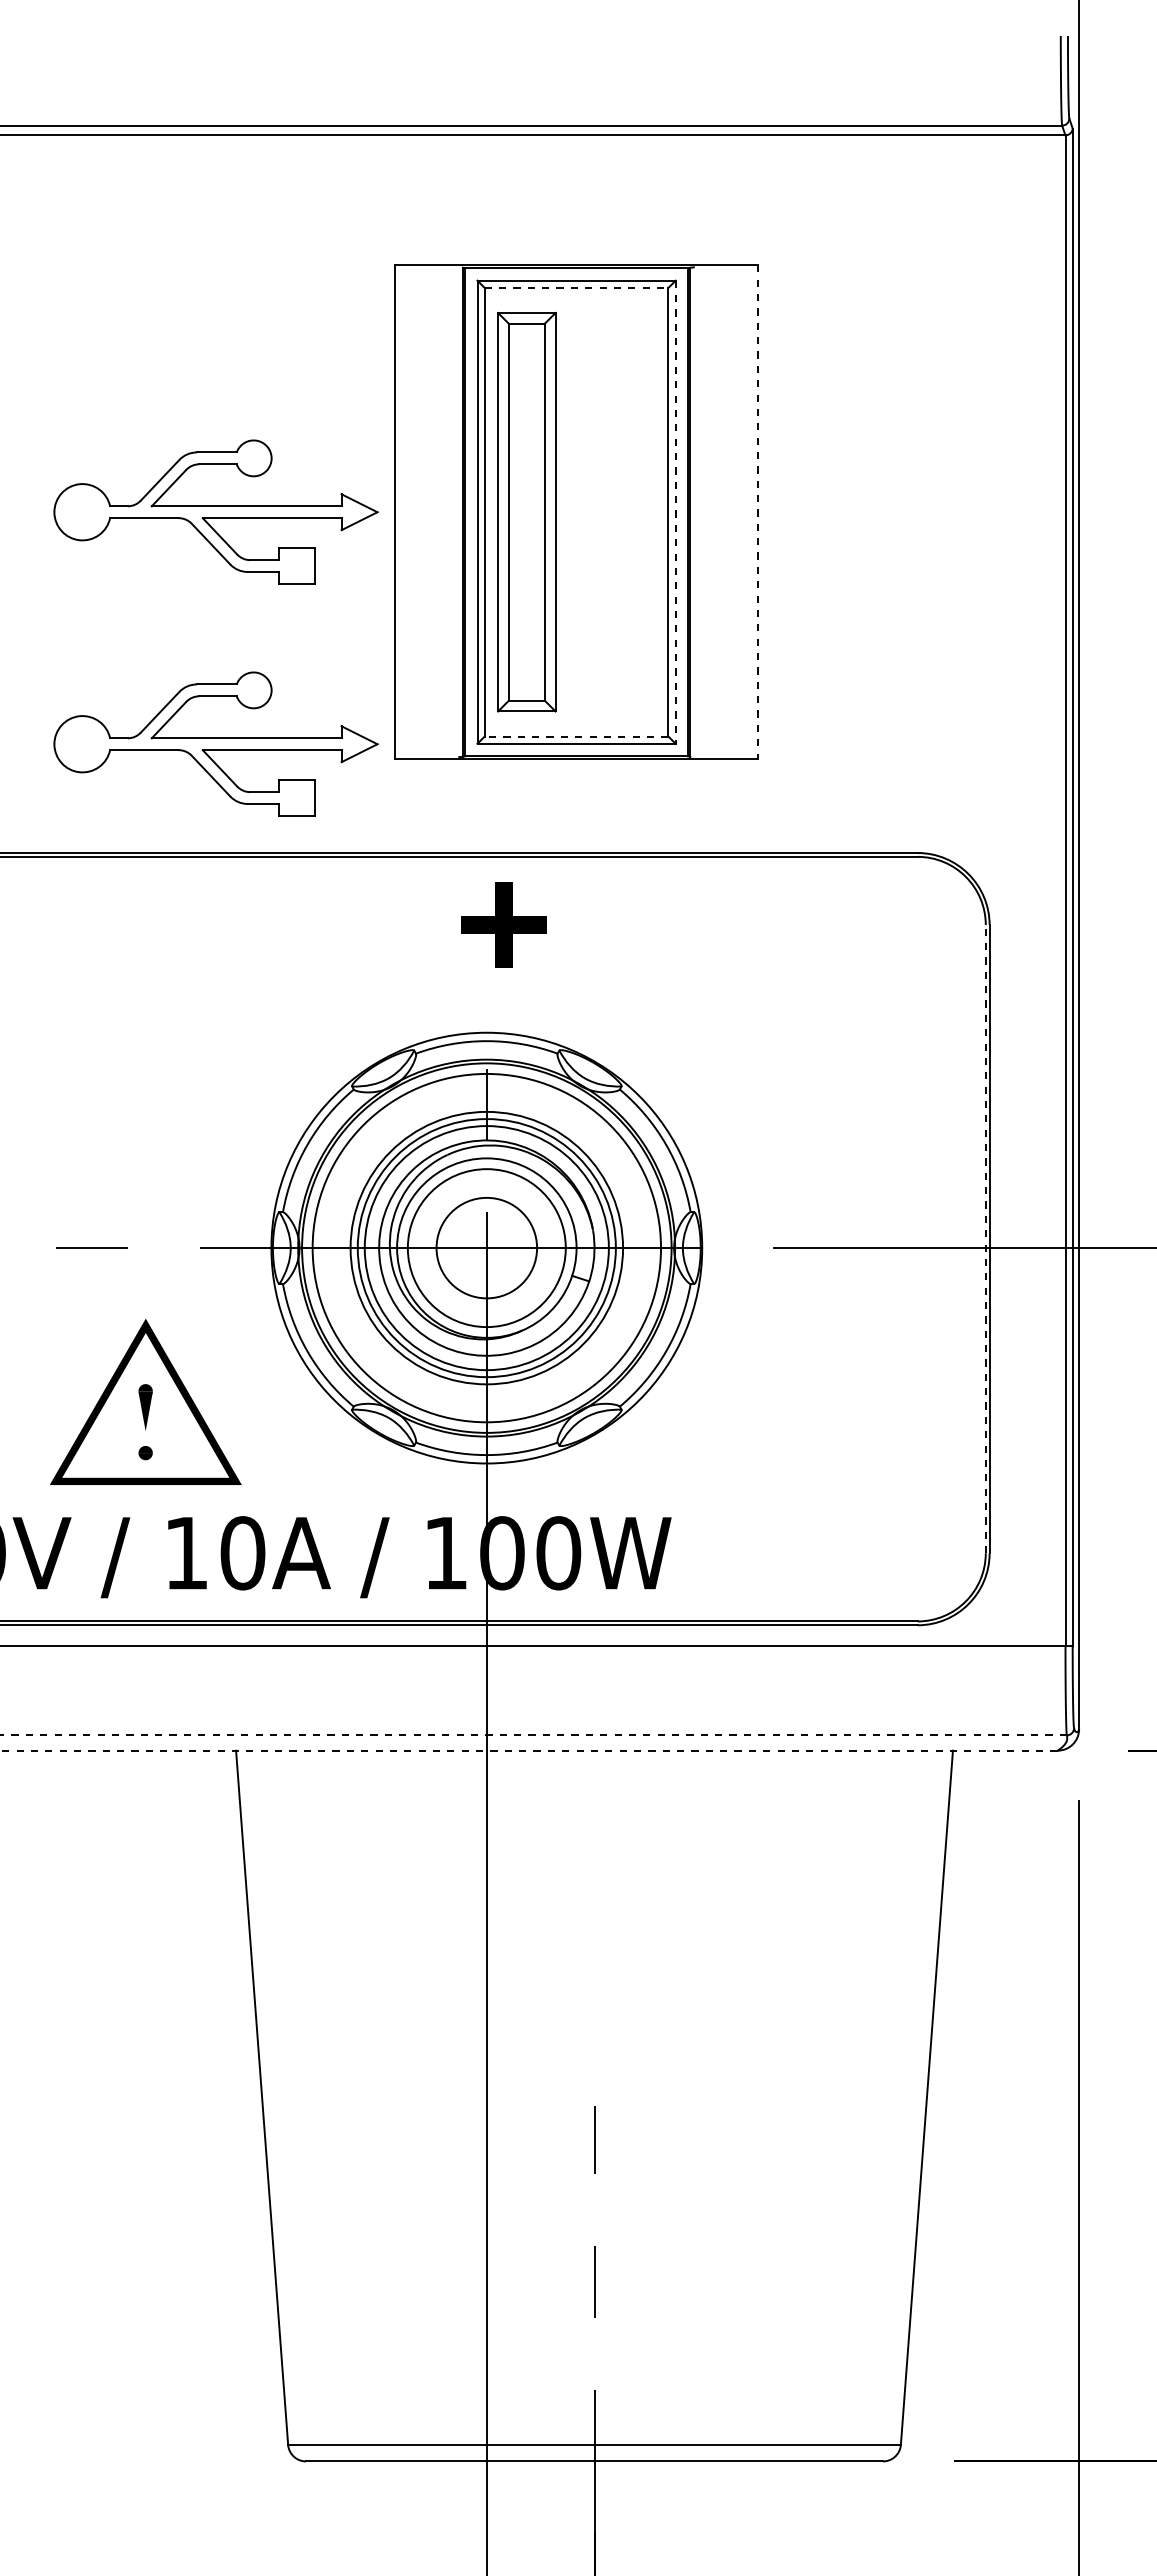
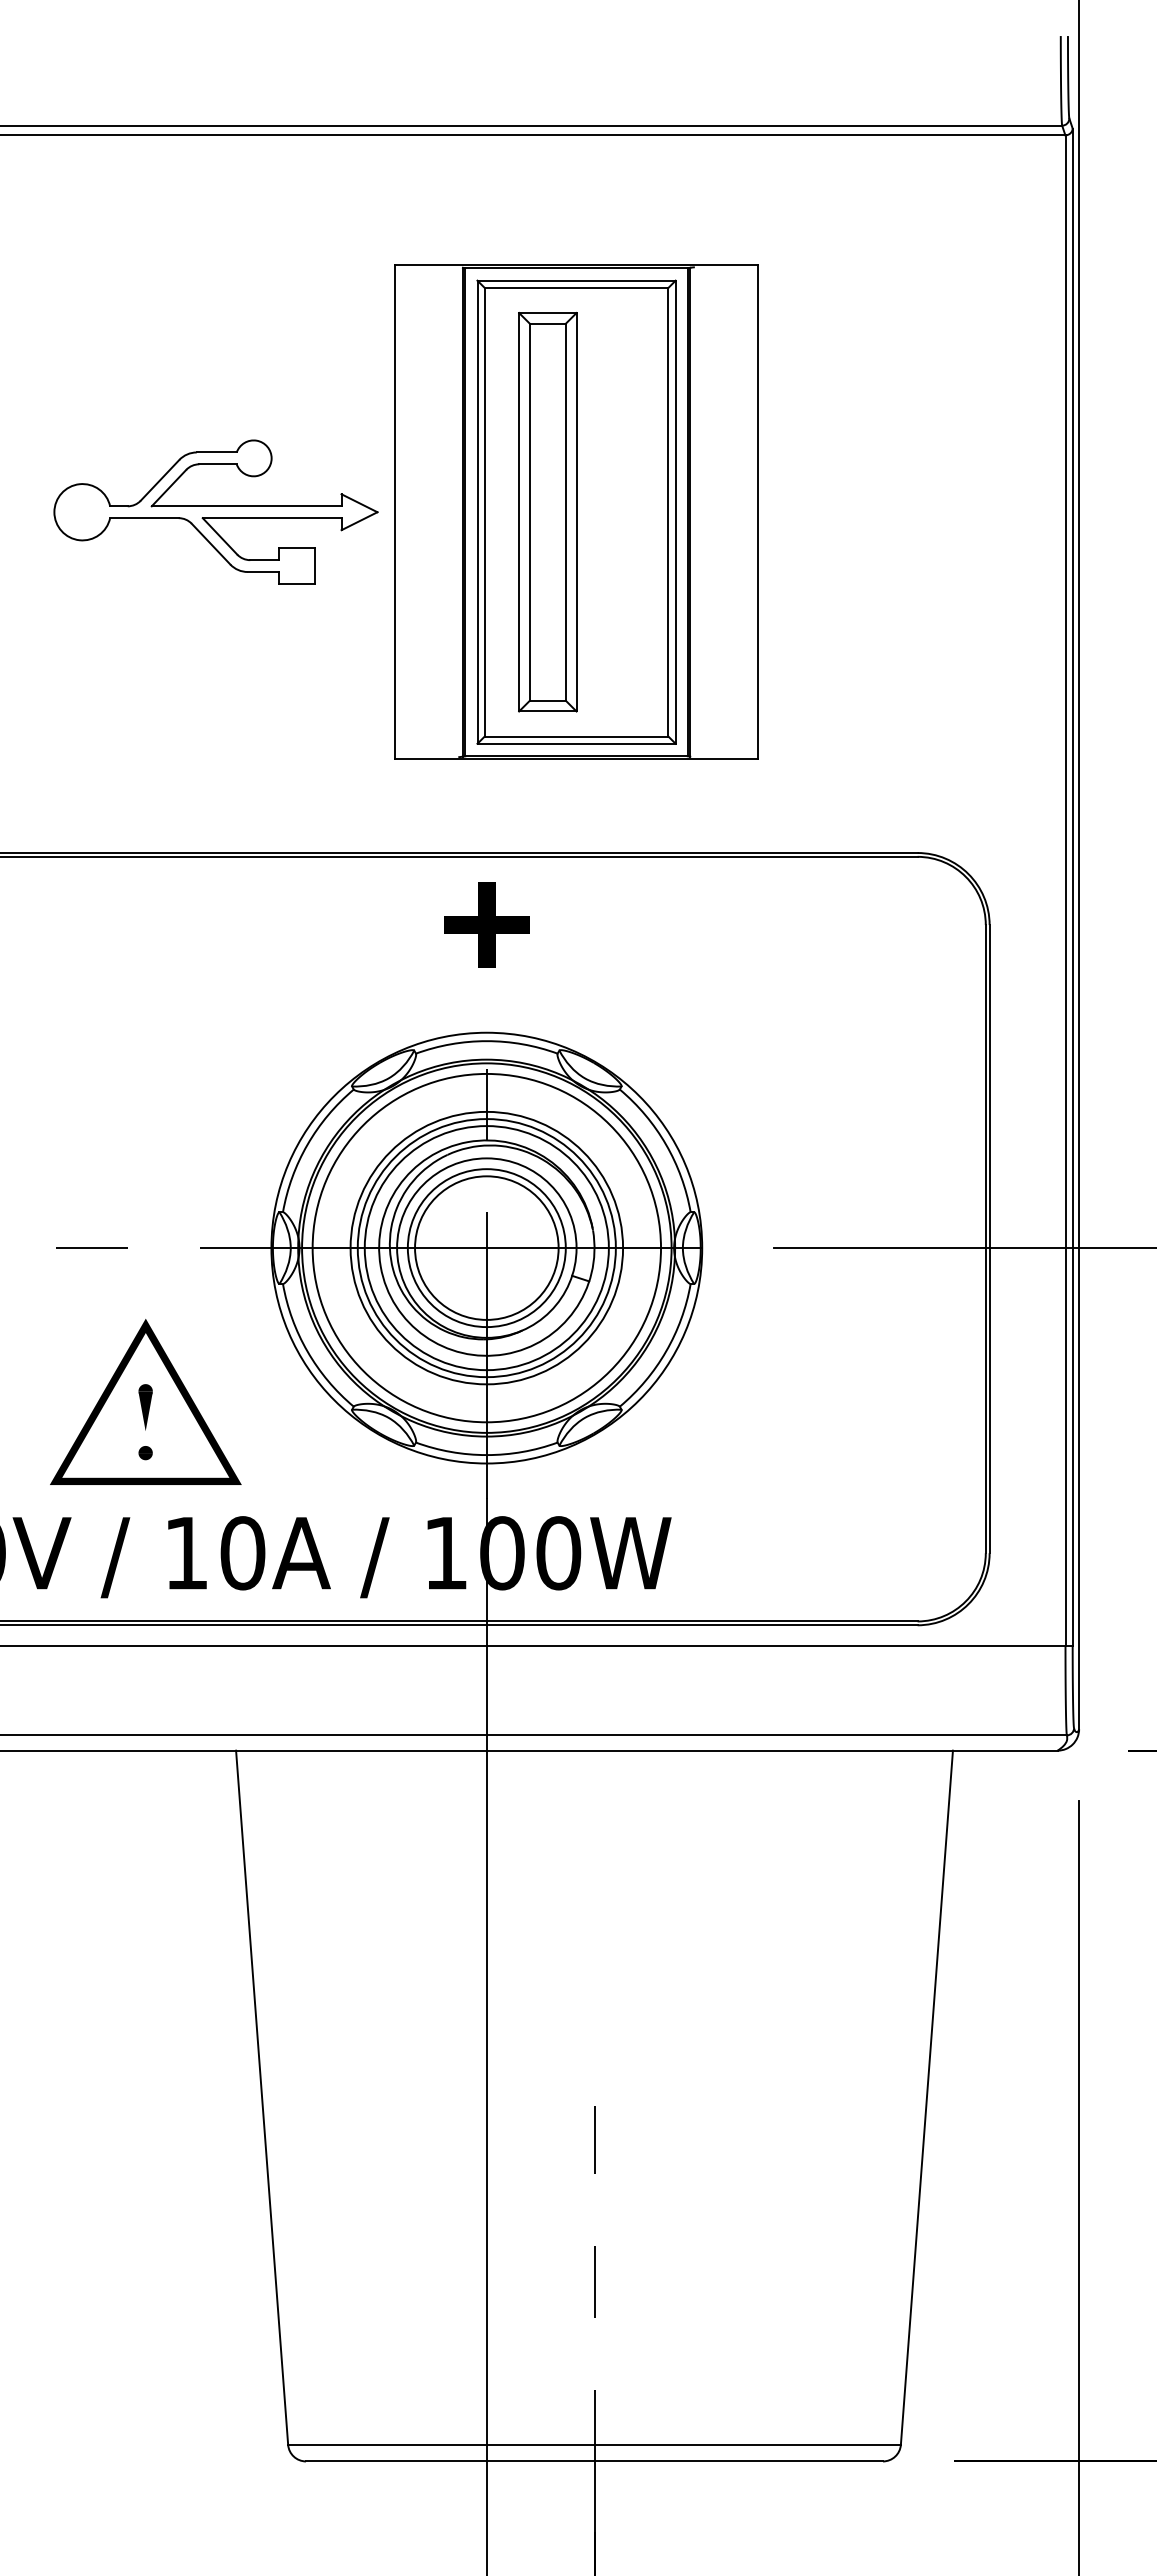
line at (576, 287): dashed -> solid
part at (526, 511) position: (526, 511) -> (547, 511)
line at (675, 512): dashed -> solid
line at (757, 512): dashed -> solid
line at (576, 736): dashed -> solid
part at (215, 743): present -> none
part at (503, 924) position: (503, 924) -> (486, 924)
line at (985, 1238): dashed -> solid
circle at (486, 1247) diameter: 101 px -> 144 px
line at (533, 1735): dashed -> solid
line at (529, 1750): dashed -> solid
